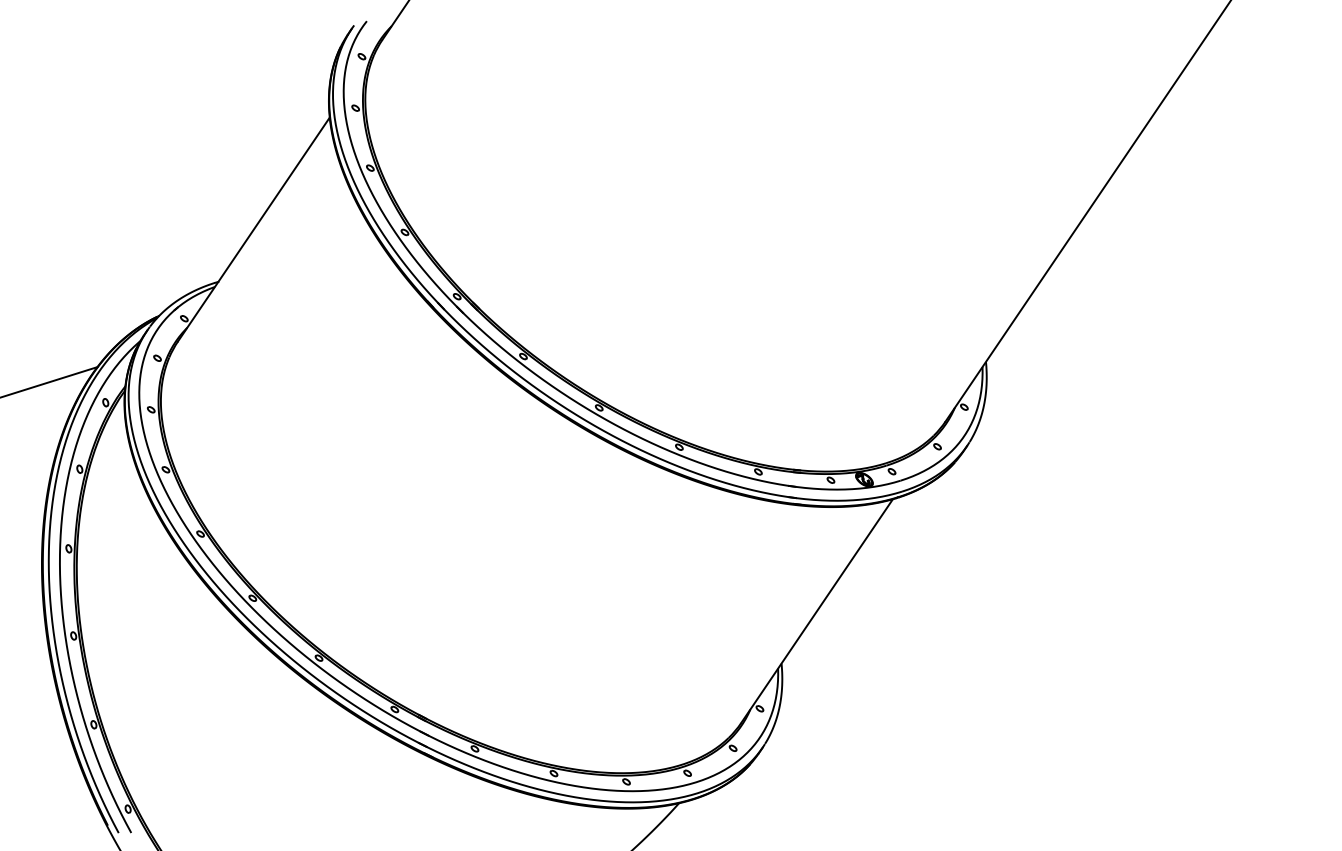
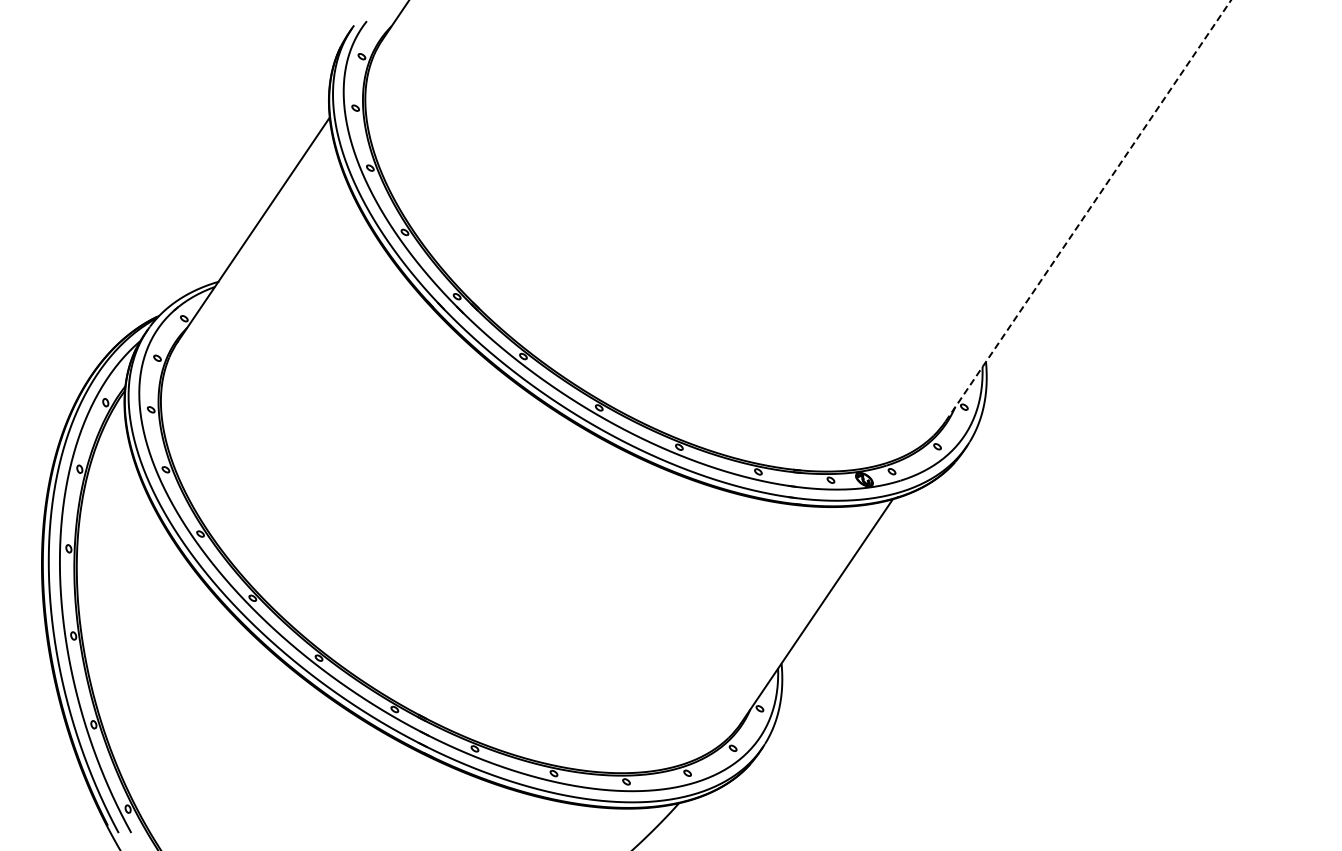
line at (1088, 210): solid -> dashed
line at (49, 382): present -> none
